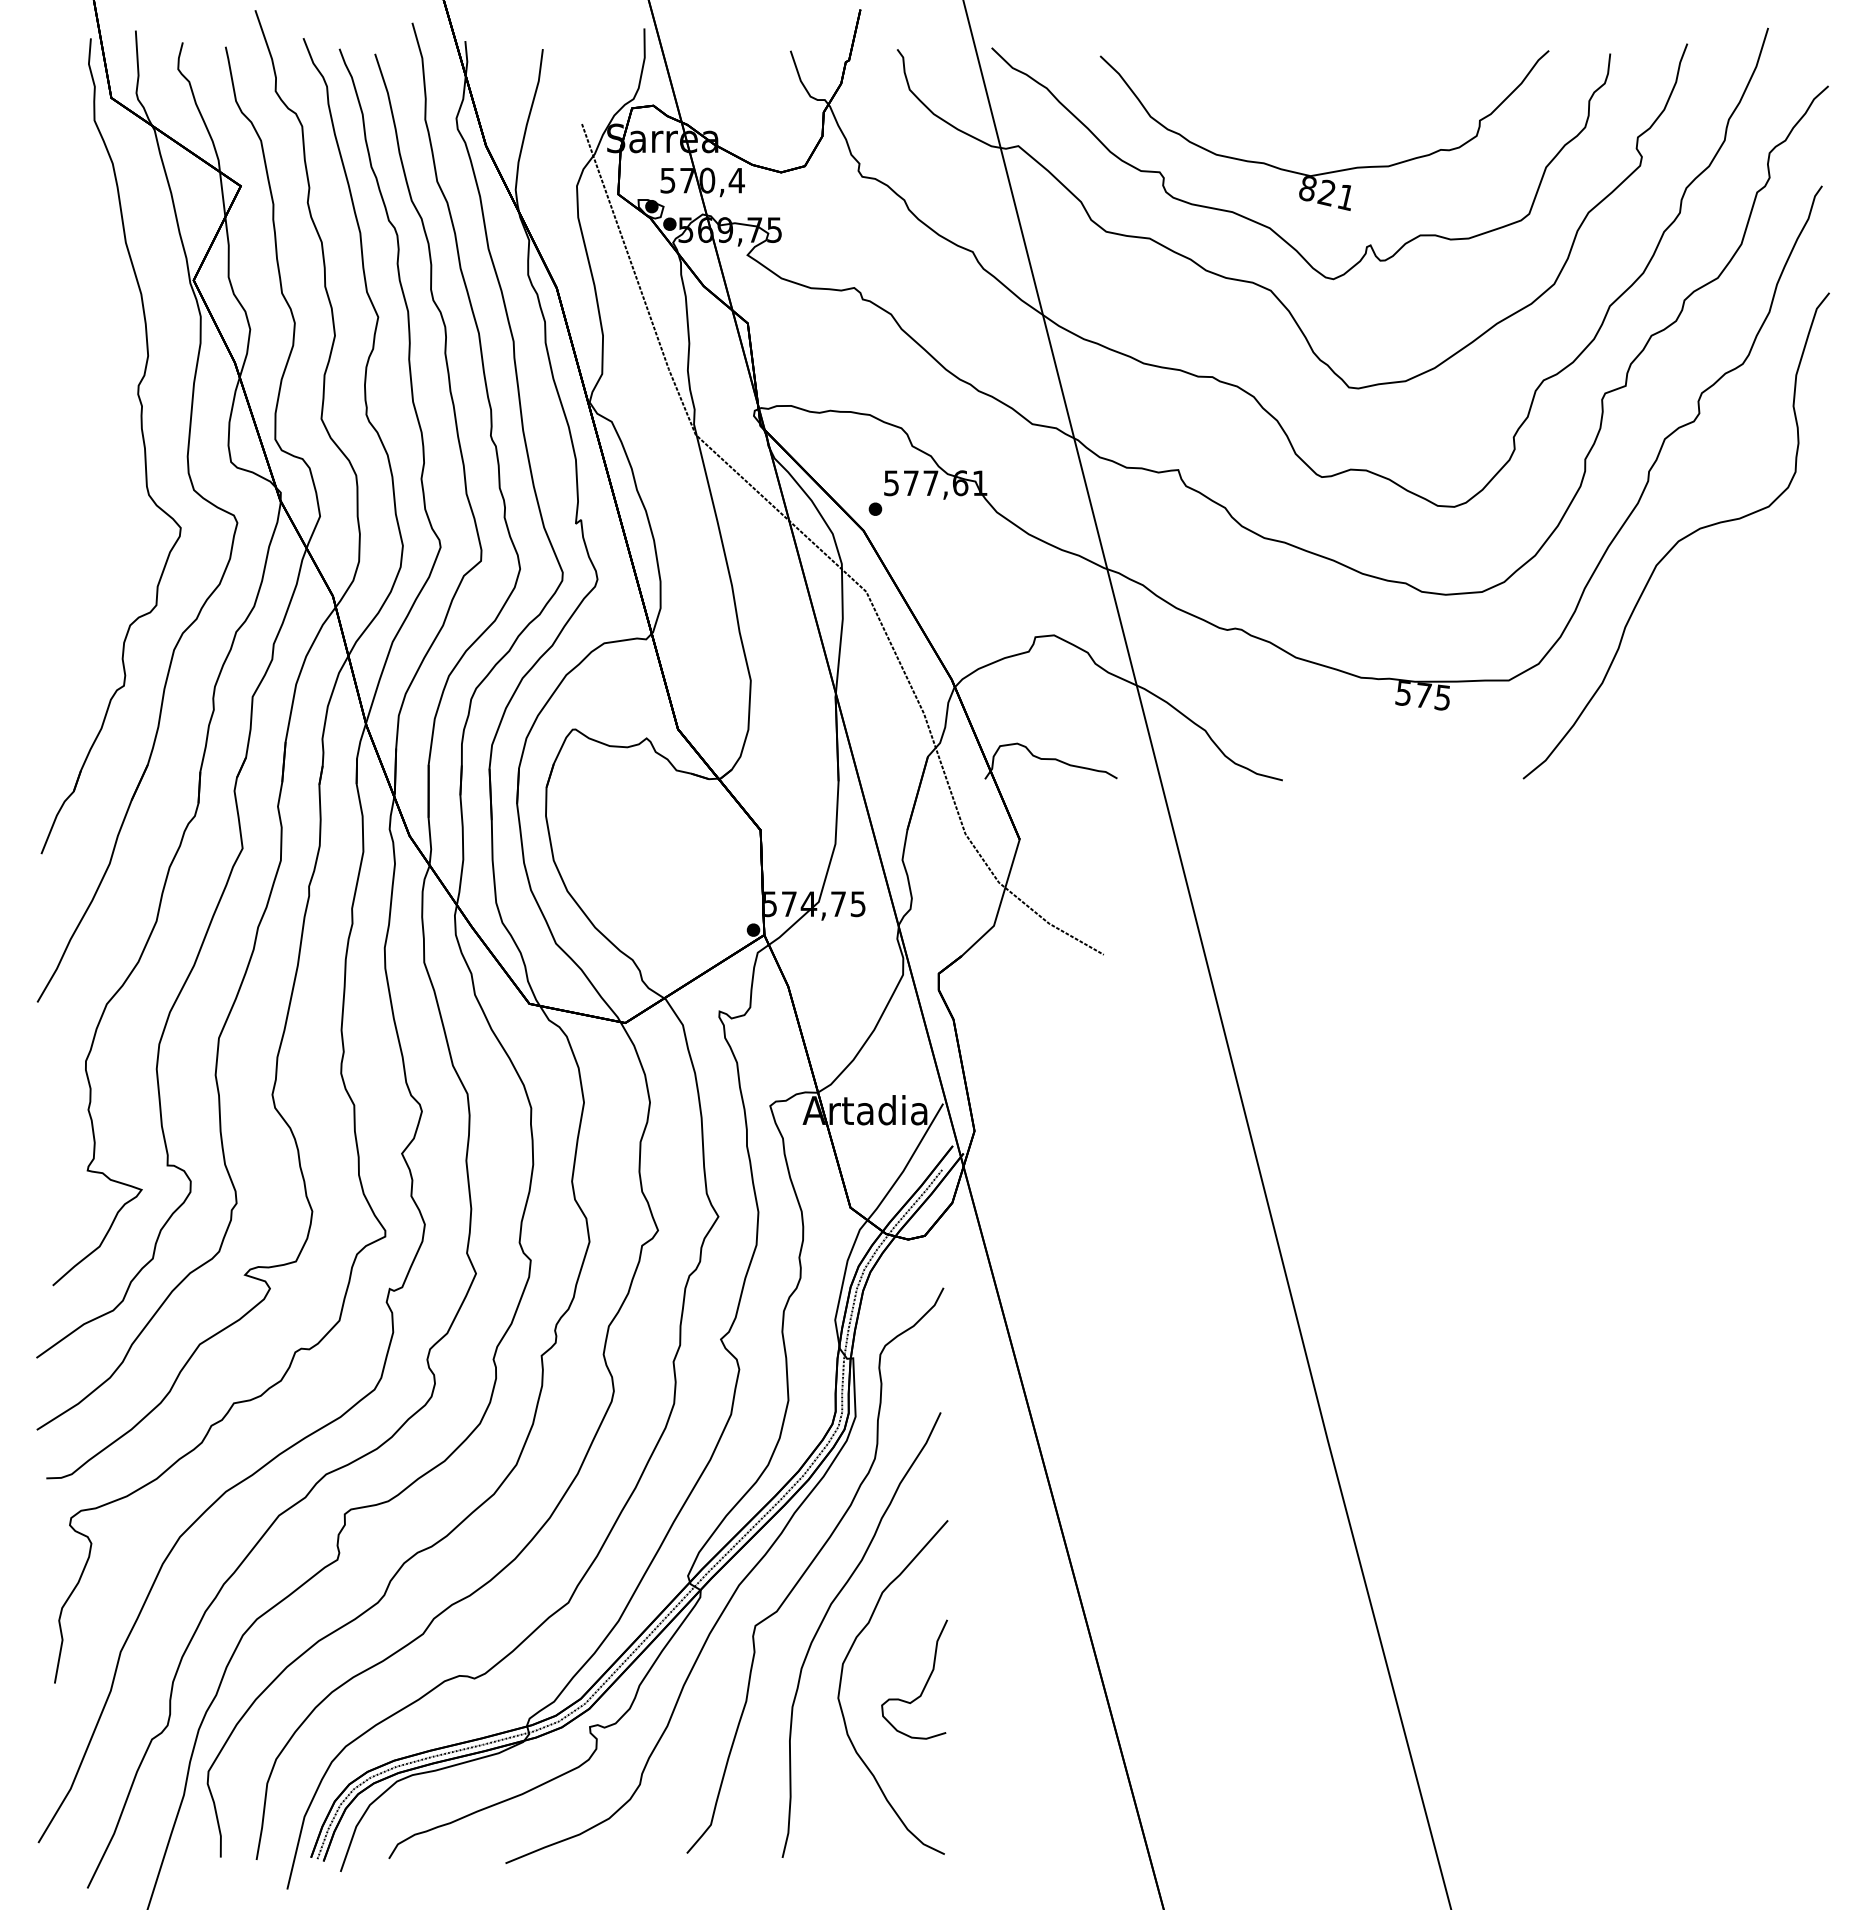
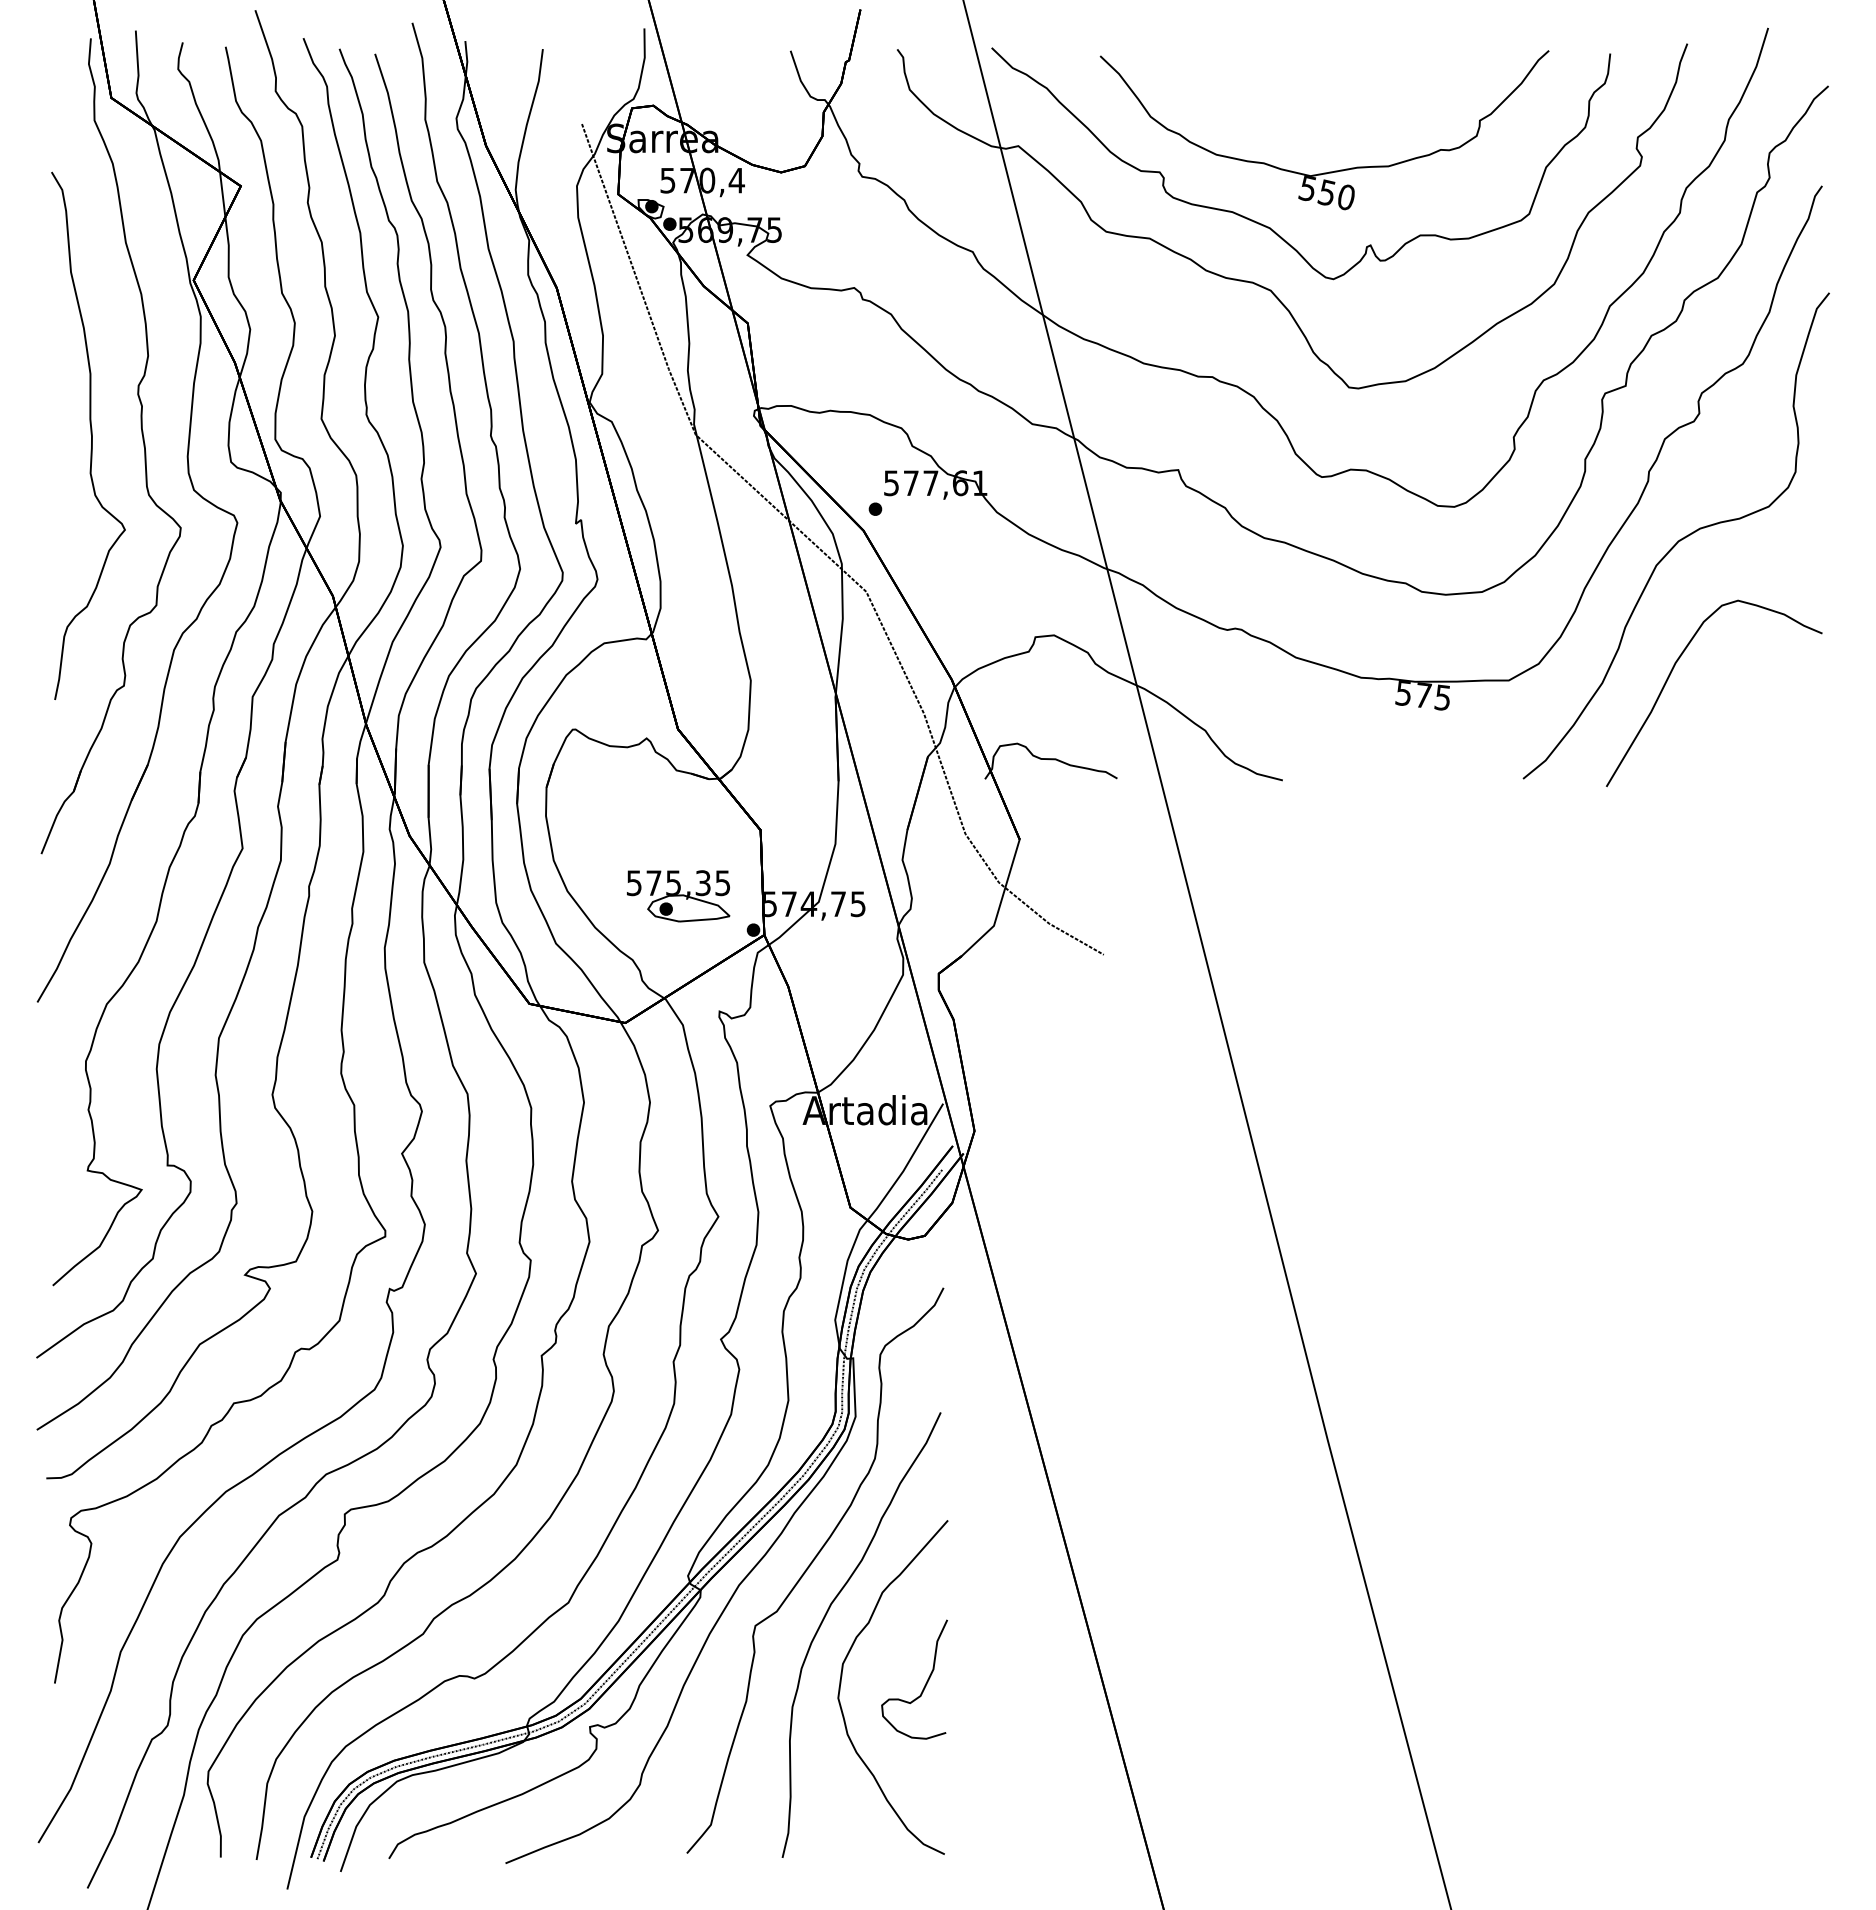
text at (1326, 192): 821 -> 550
part at (88, 435): none -> present
curve at (1672, 671): none -> present
part at (678, 896): none -> present
